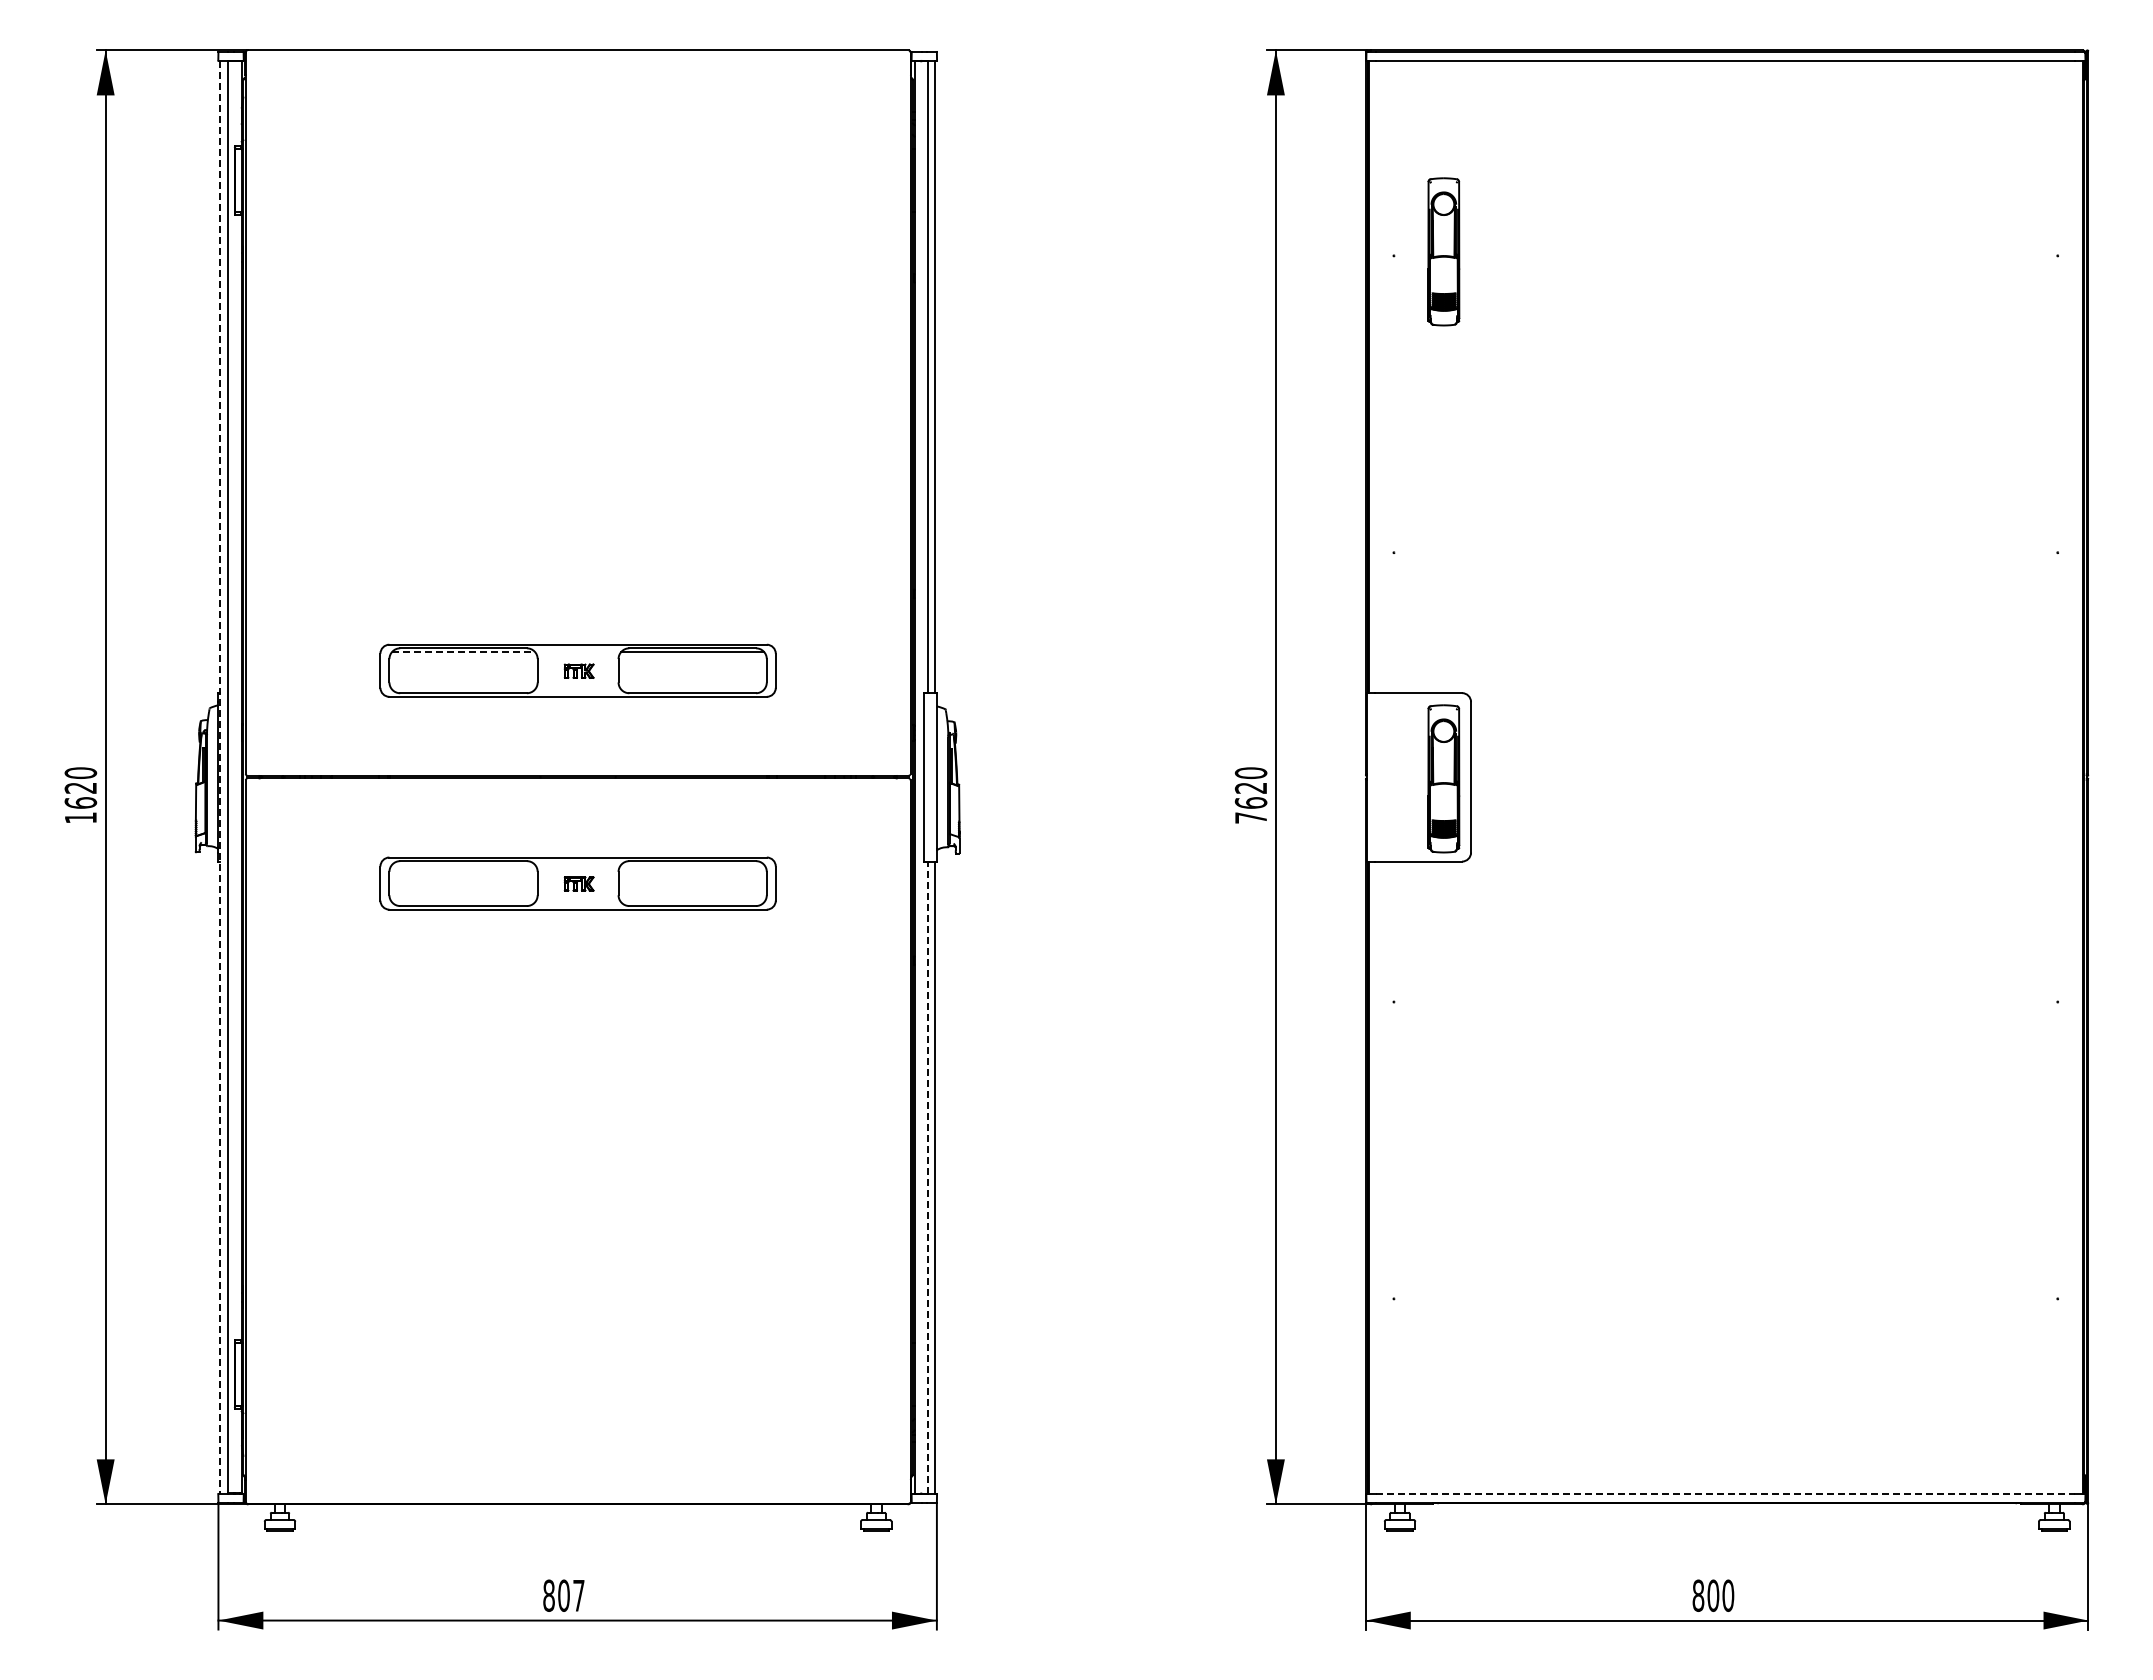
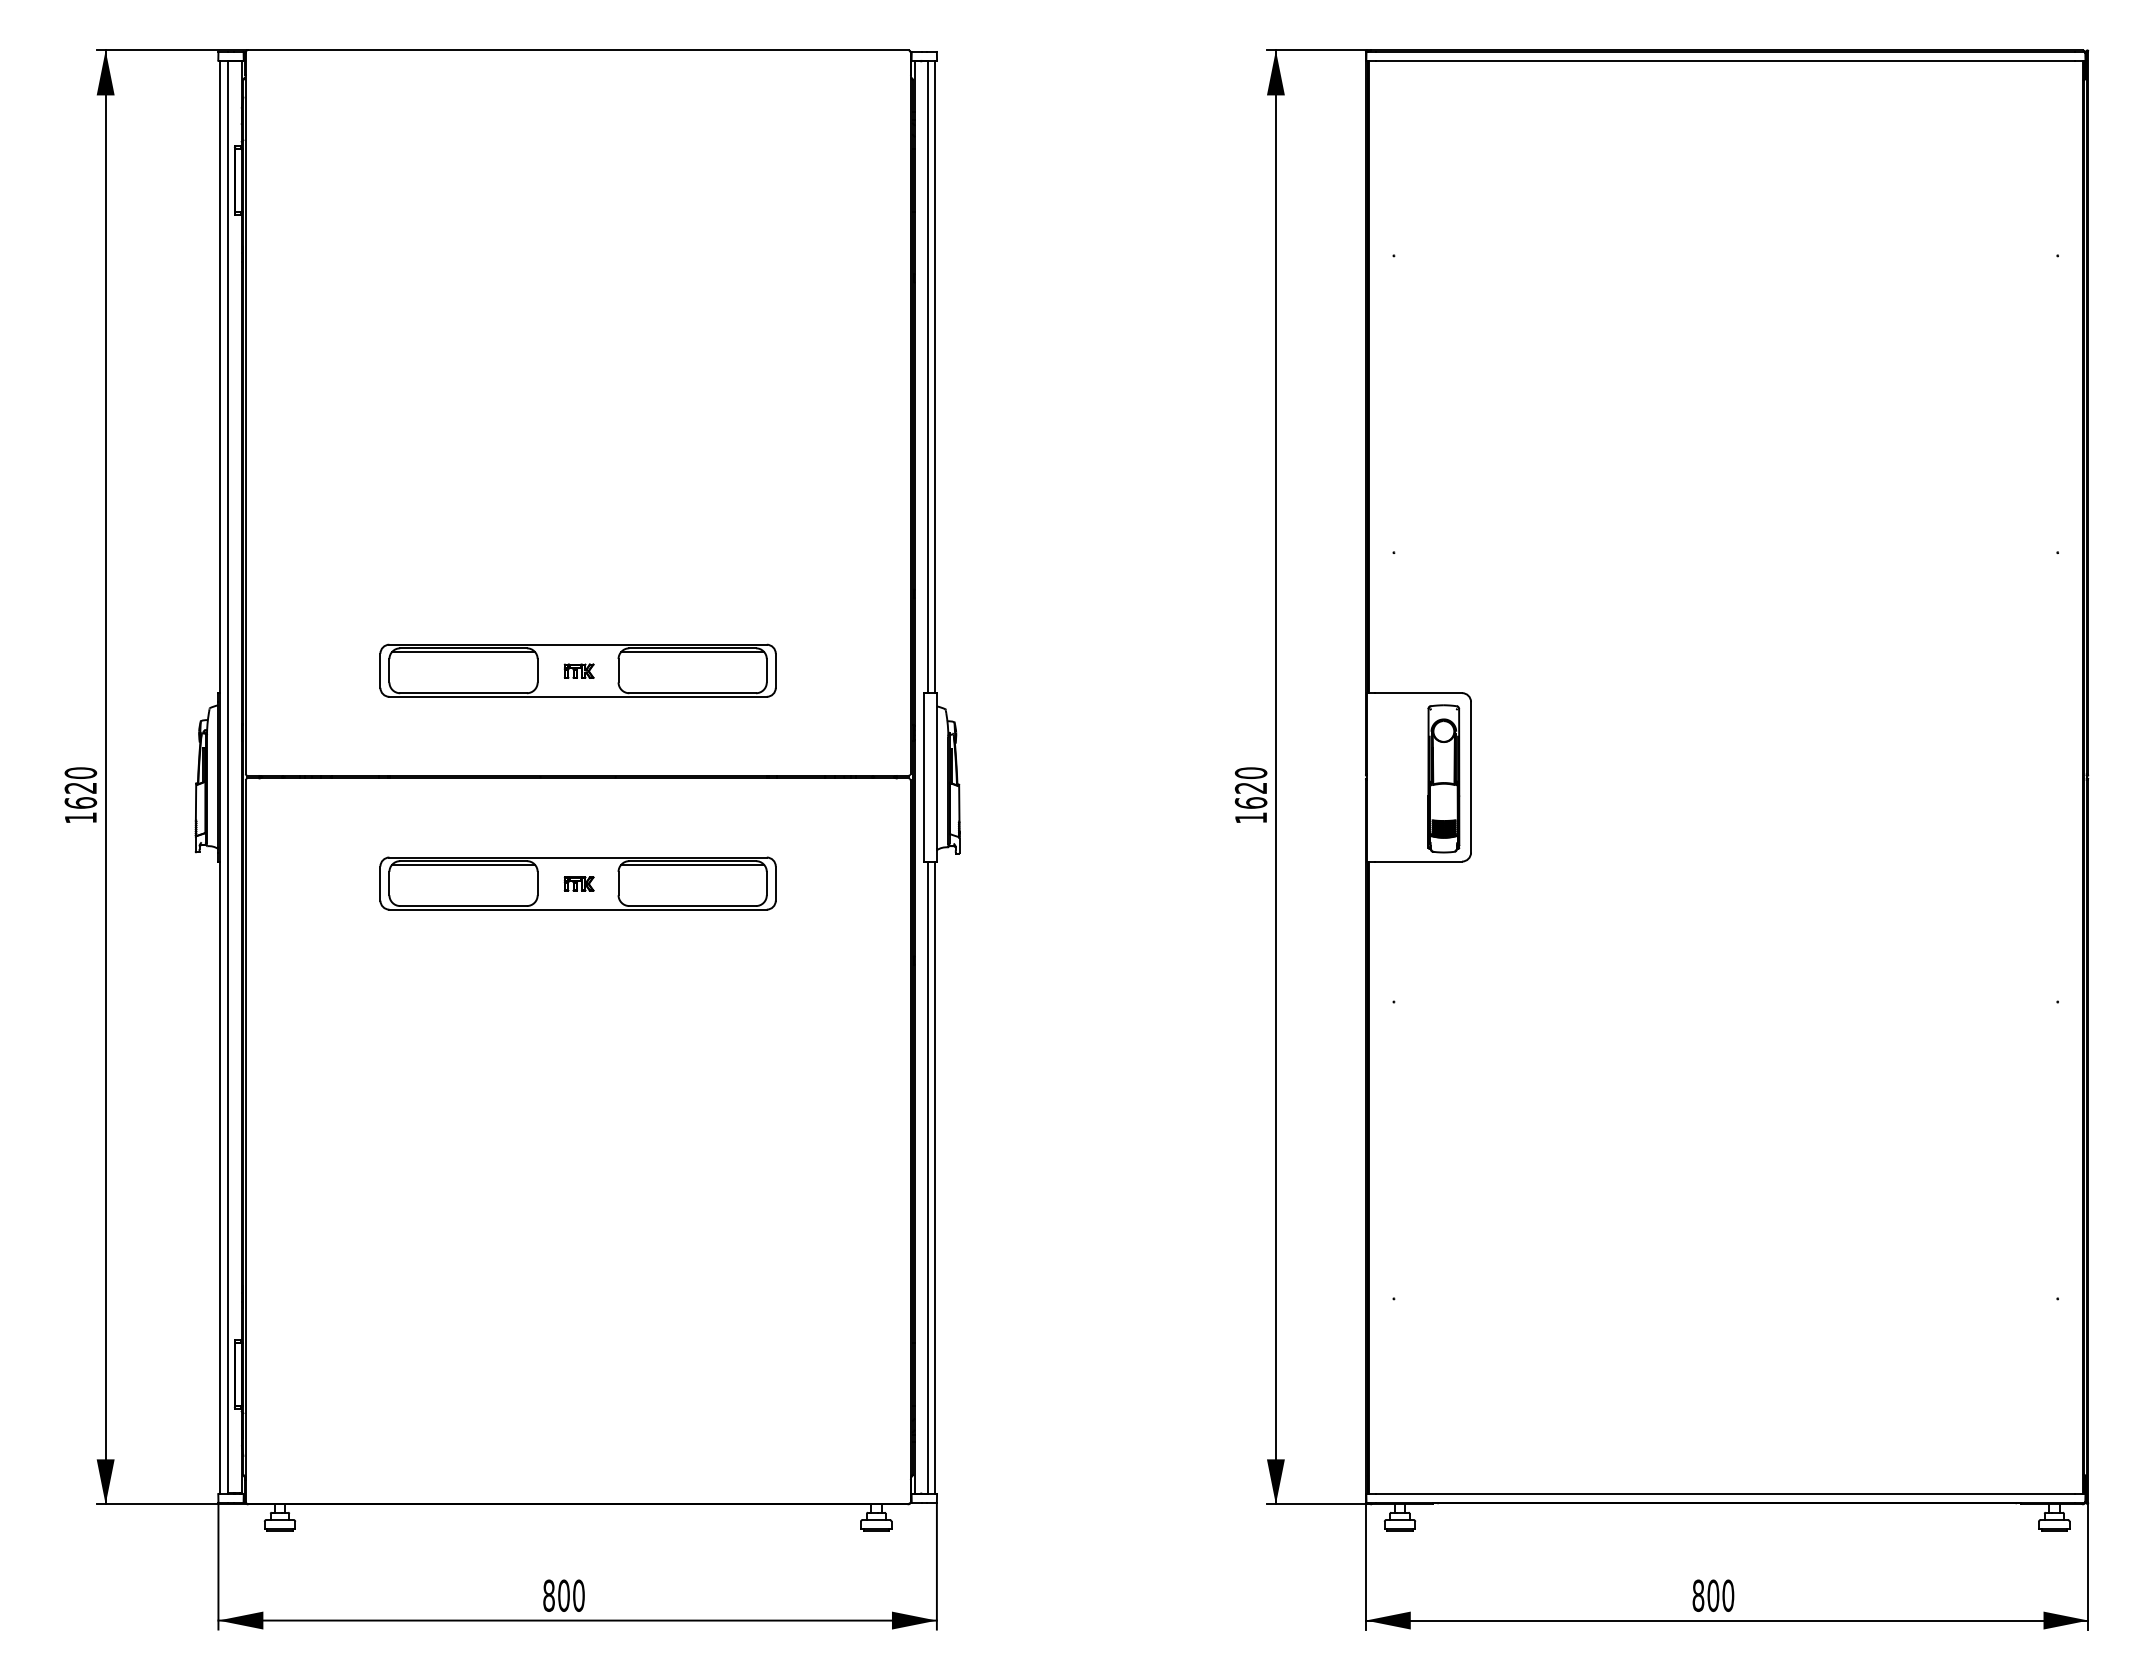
part at (1443, 251): present -> none
line at (464, 652): dashed -> solid
line at (220, 777): dashed -> solid
text at (1250, 817): 7620 -> 1620
line at (463, 864): none -> present
line at (692, 864): none -> present
line at (928, 1177): dashed -> solid
line at (1725, 1493): dashed -> solid
text at (578, 1595): 807 -> 800
